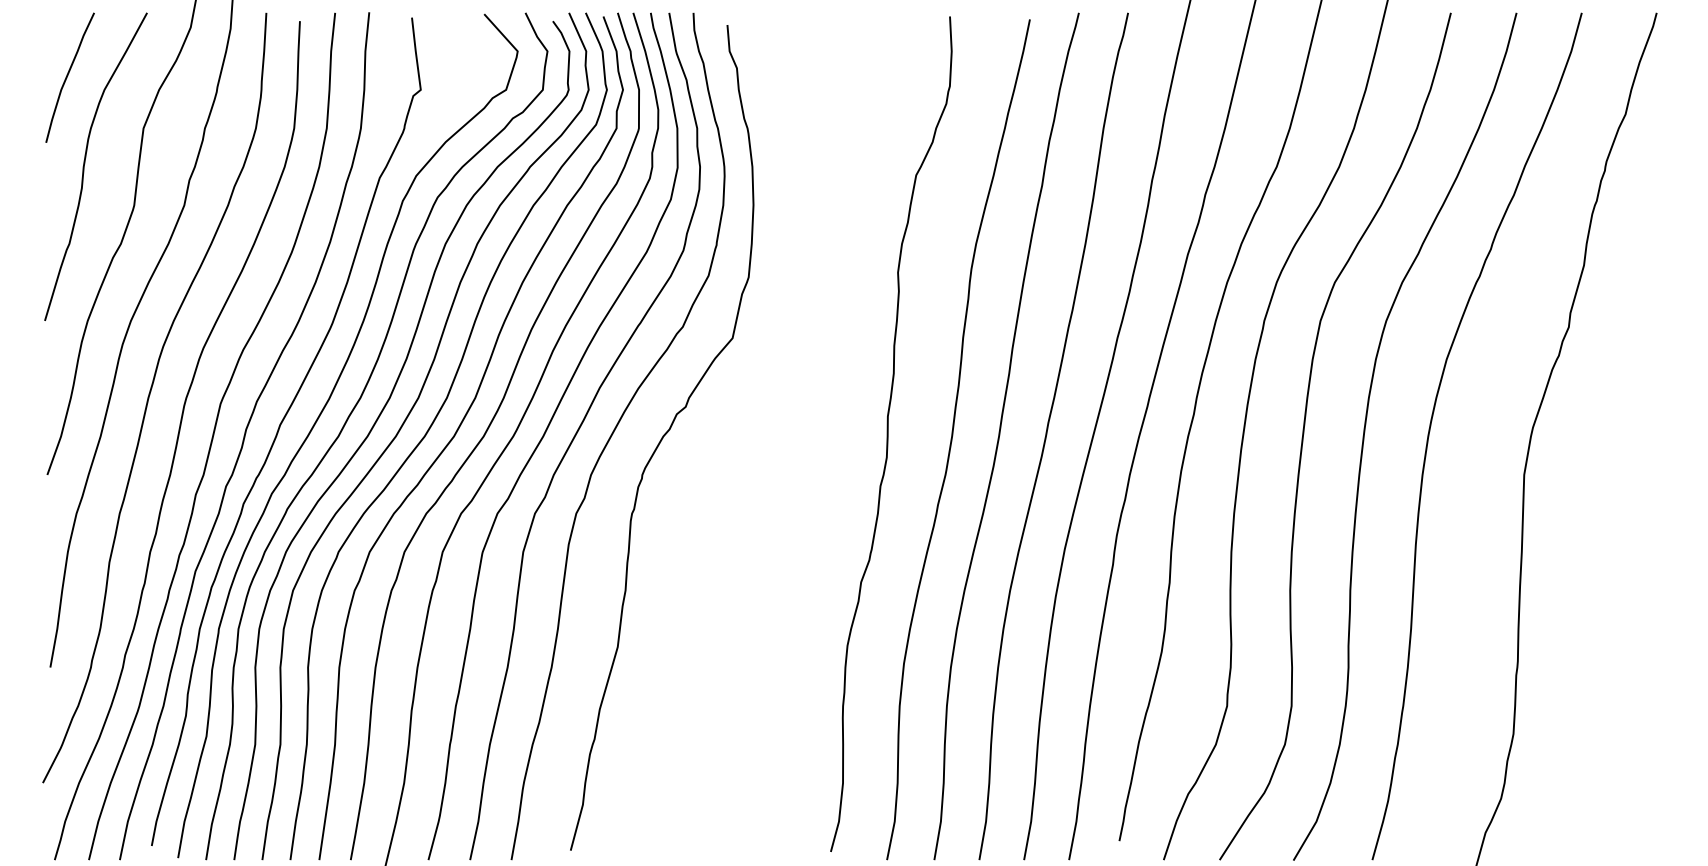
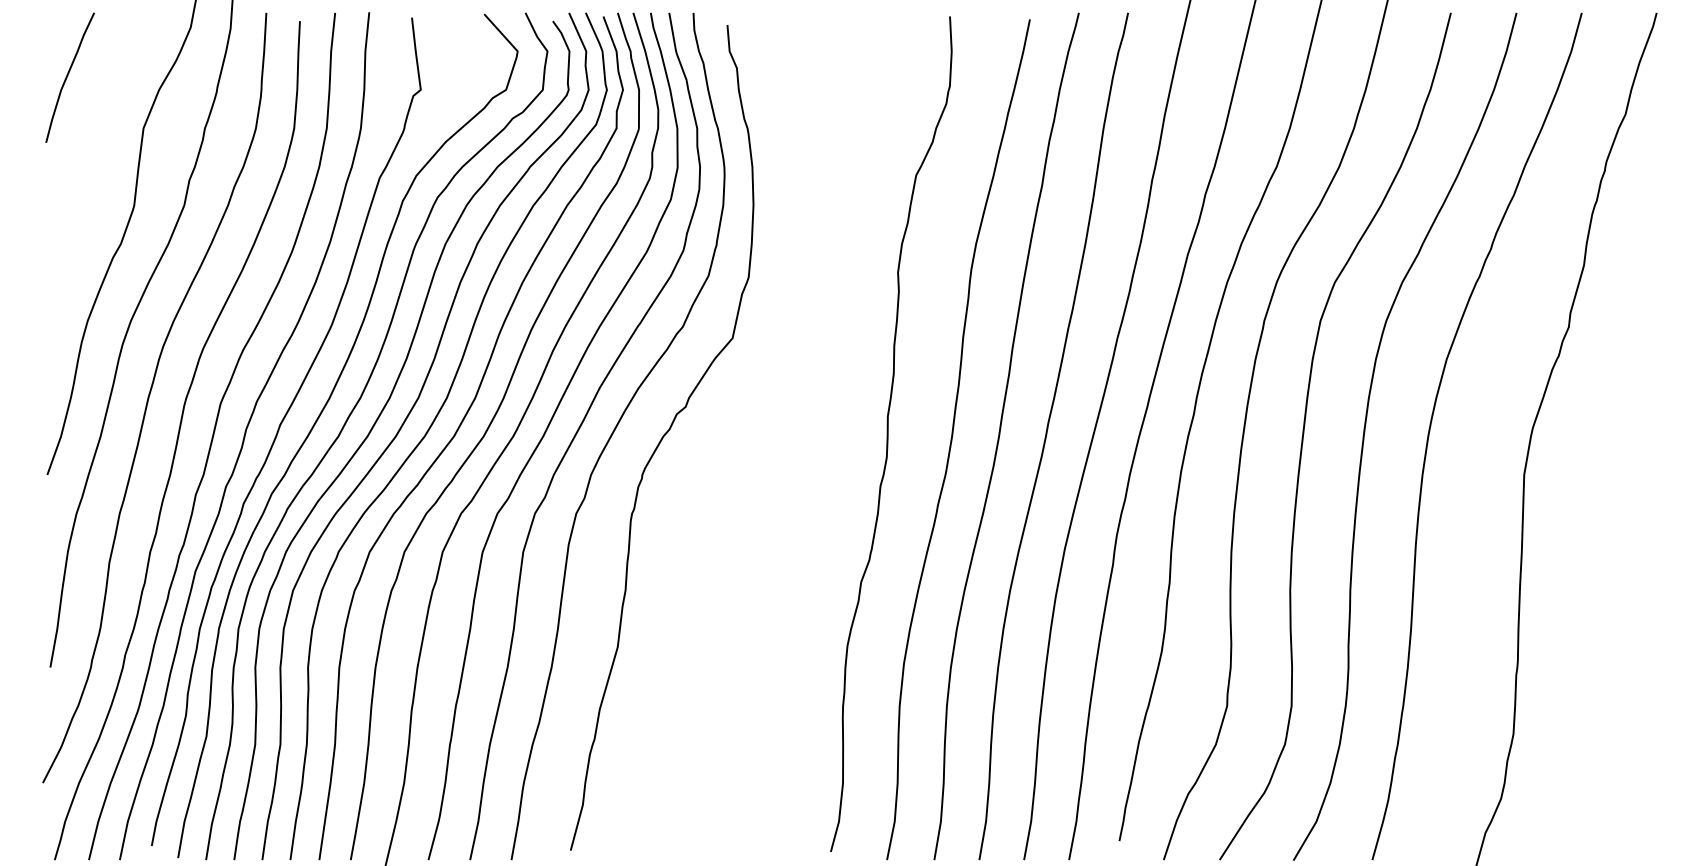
curve at (85, 163): present -> none
